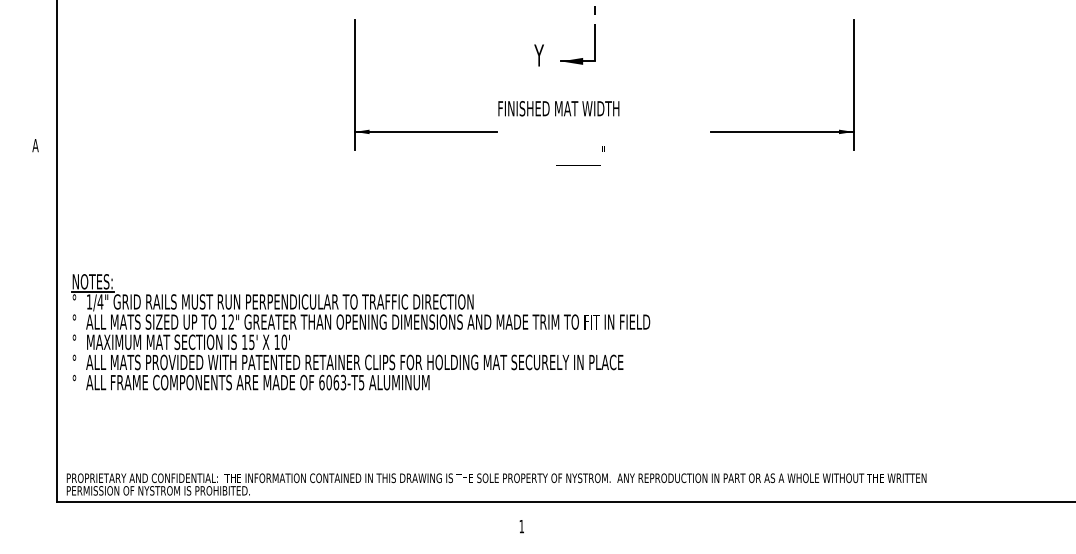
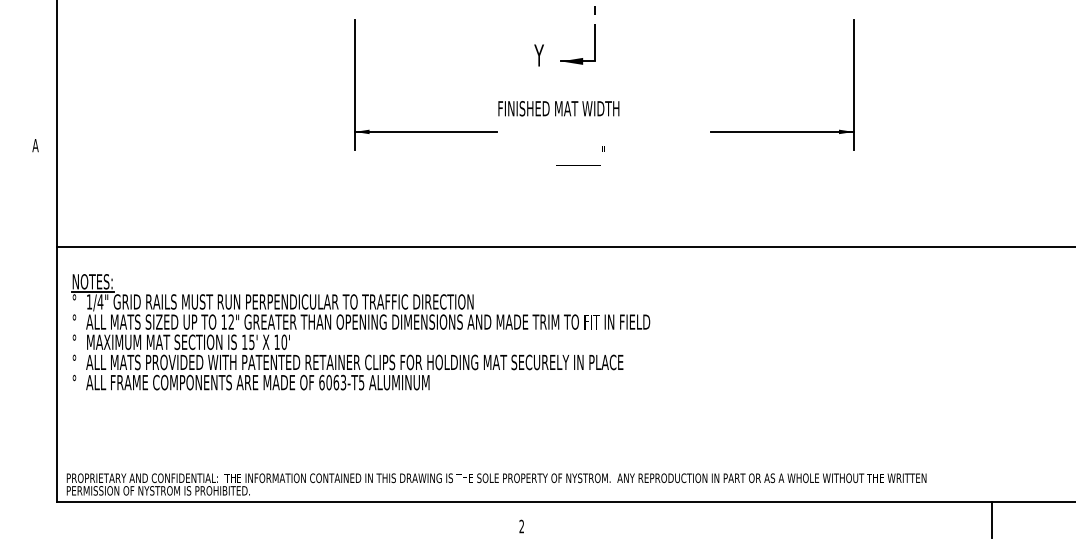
line at (564, 247): none -> present
line at (991, 519): none -> present
text at (521, 526): 1 -> 2
